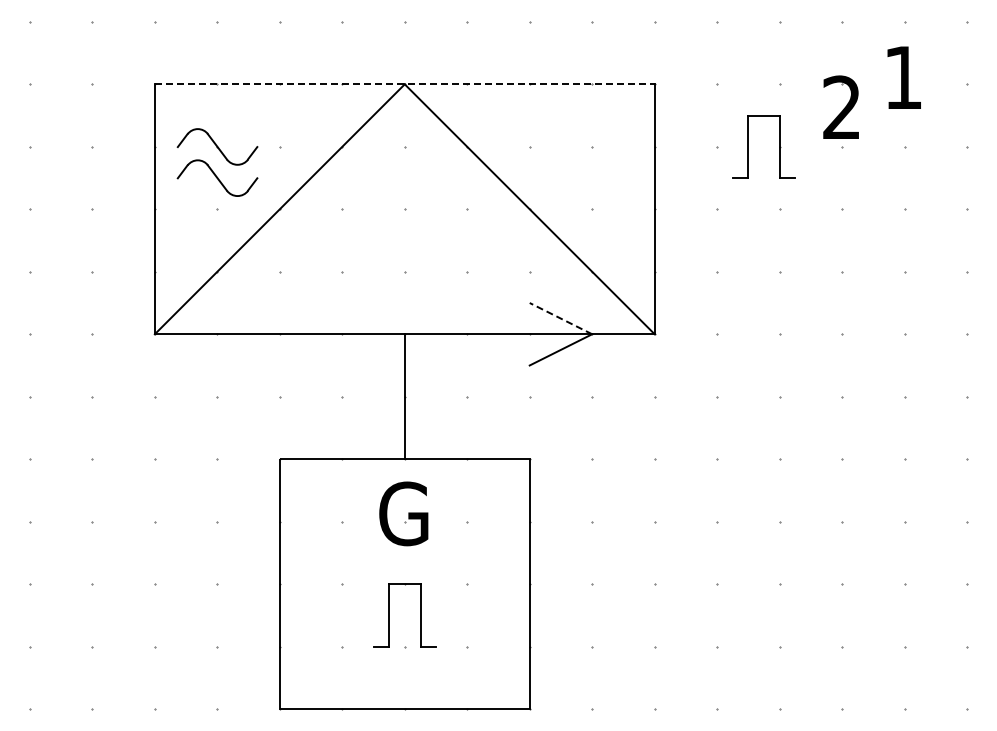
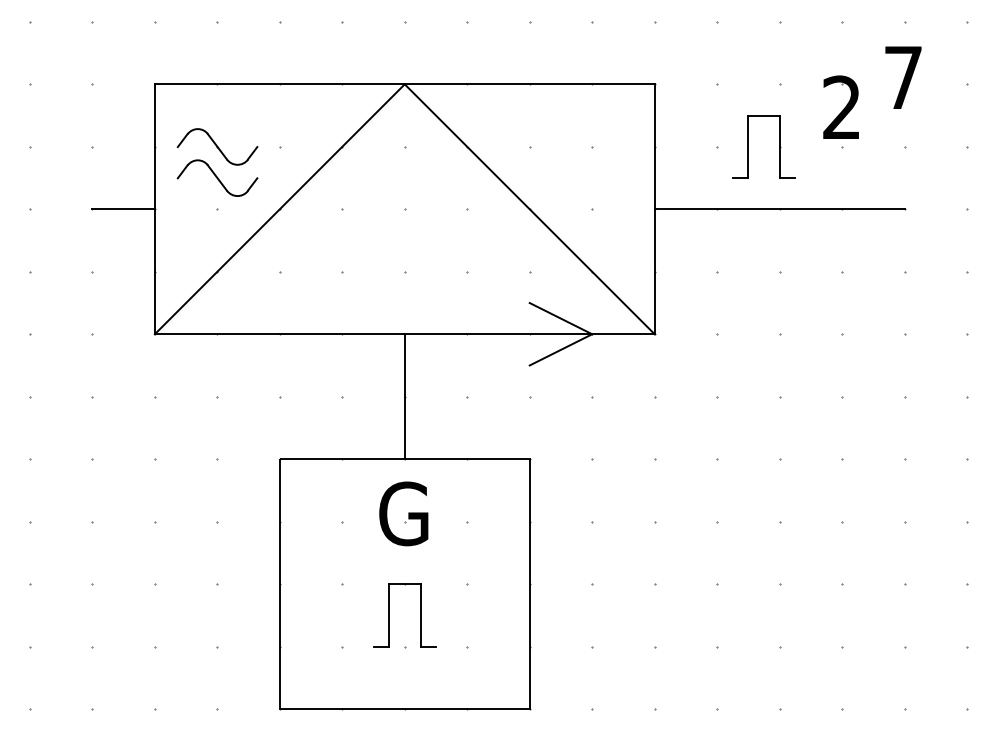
text at (903, 77): 1 -> 7
line at (404, 84): dashed -> solid
line at (123, 209): none -> present
line at (779, 209): none -> present
line at (560, 318): dashed -> solid
